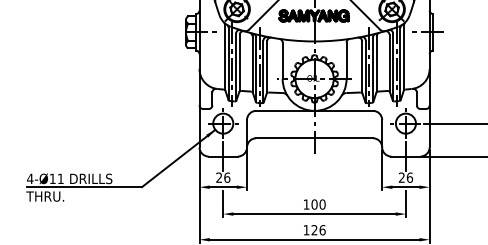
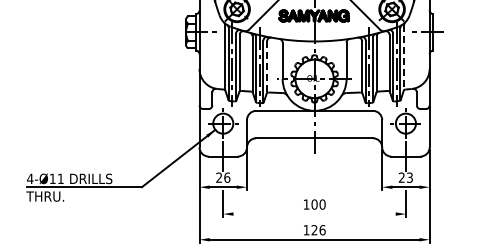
line at (404, 57): solid -> dashed
line at (267, 67): solid -> dashed
line at (454, 123): present -> none
line at (453, 156): present -> none
text at (409, 177): 26 -> 23
line at (314, 214): present -> none
